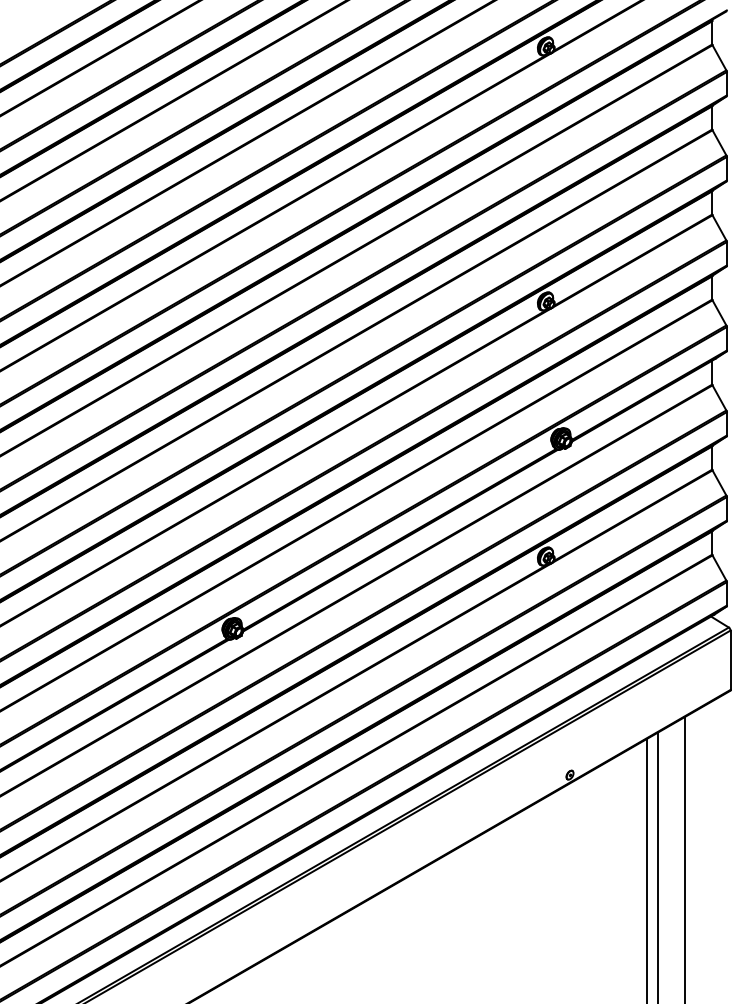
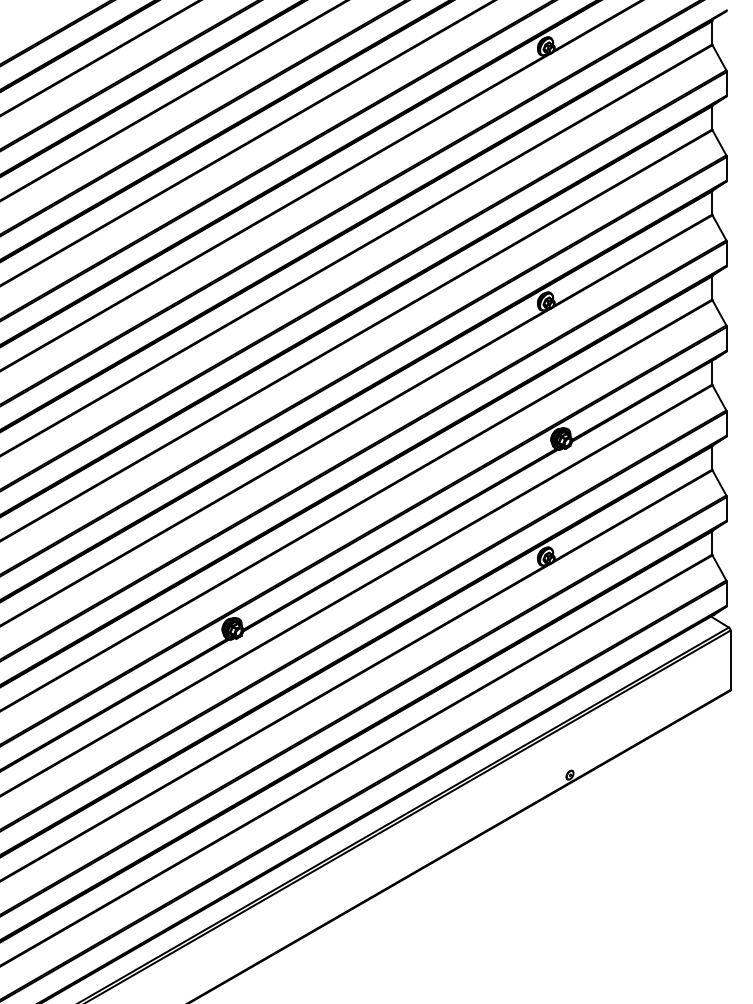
line at (684, 858): present -> none
line at (657, 866): present -> none
line at (647, 869): present -> none
